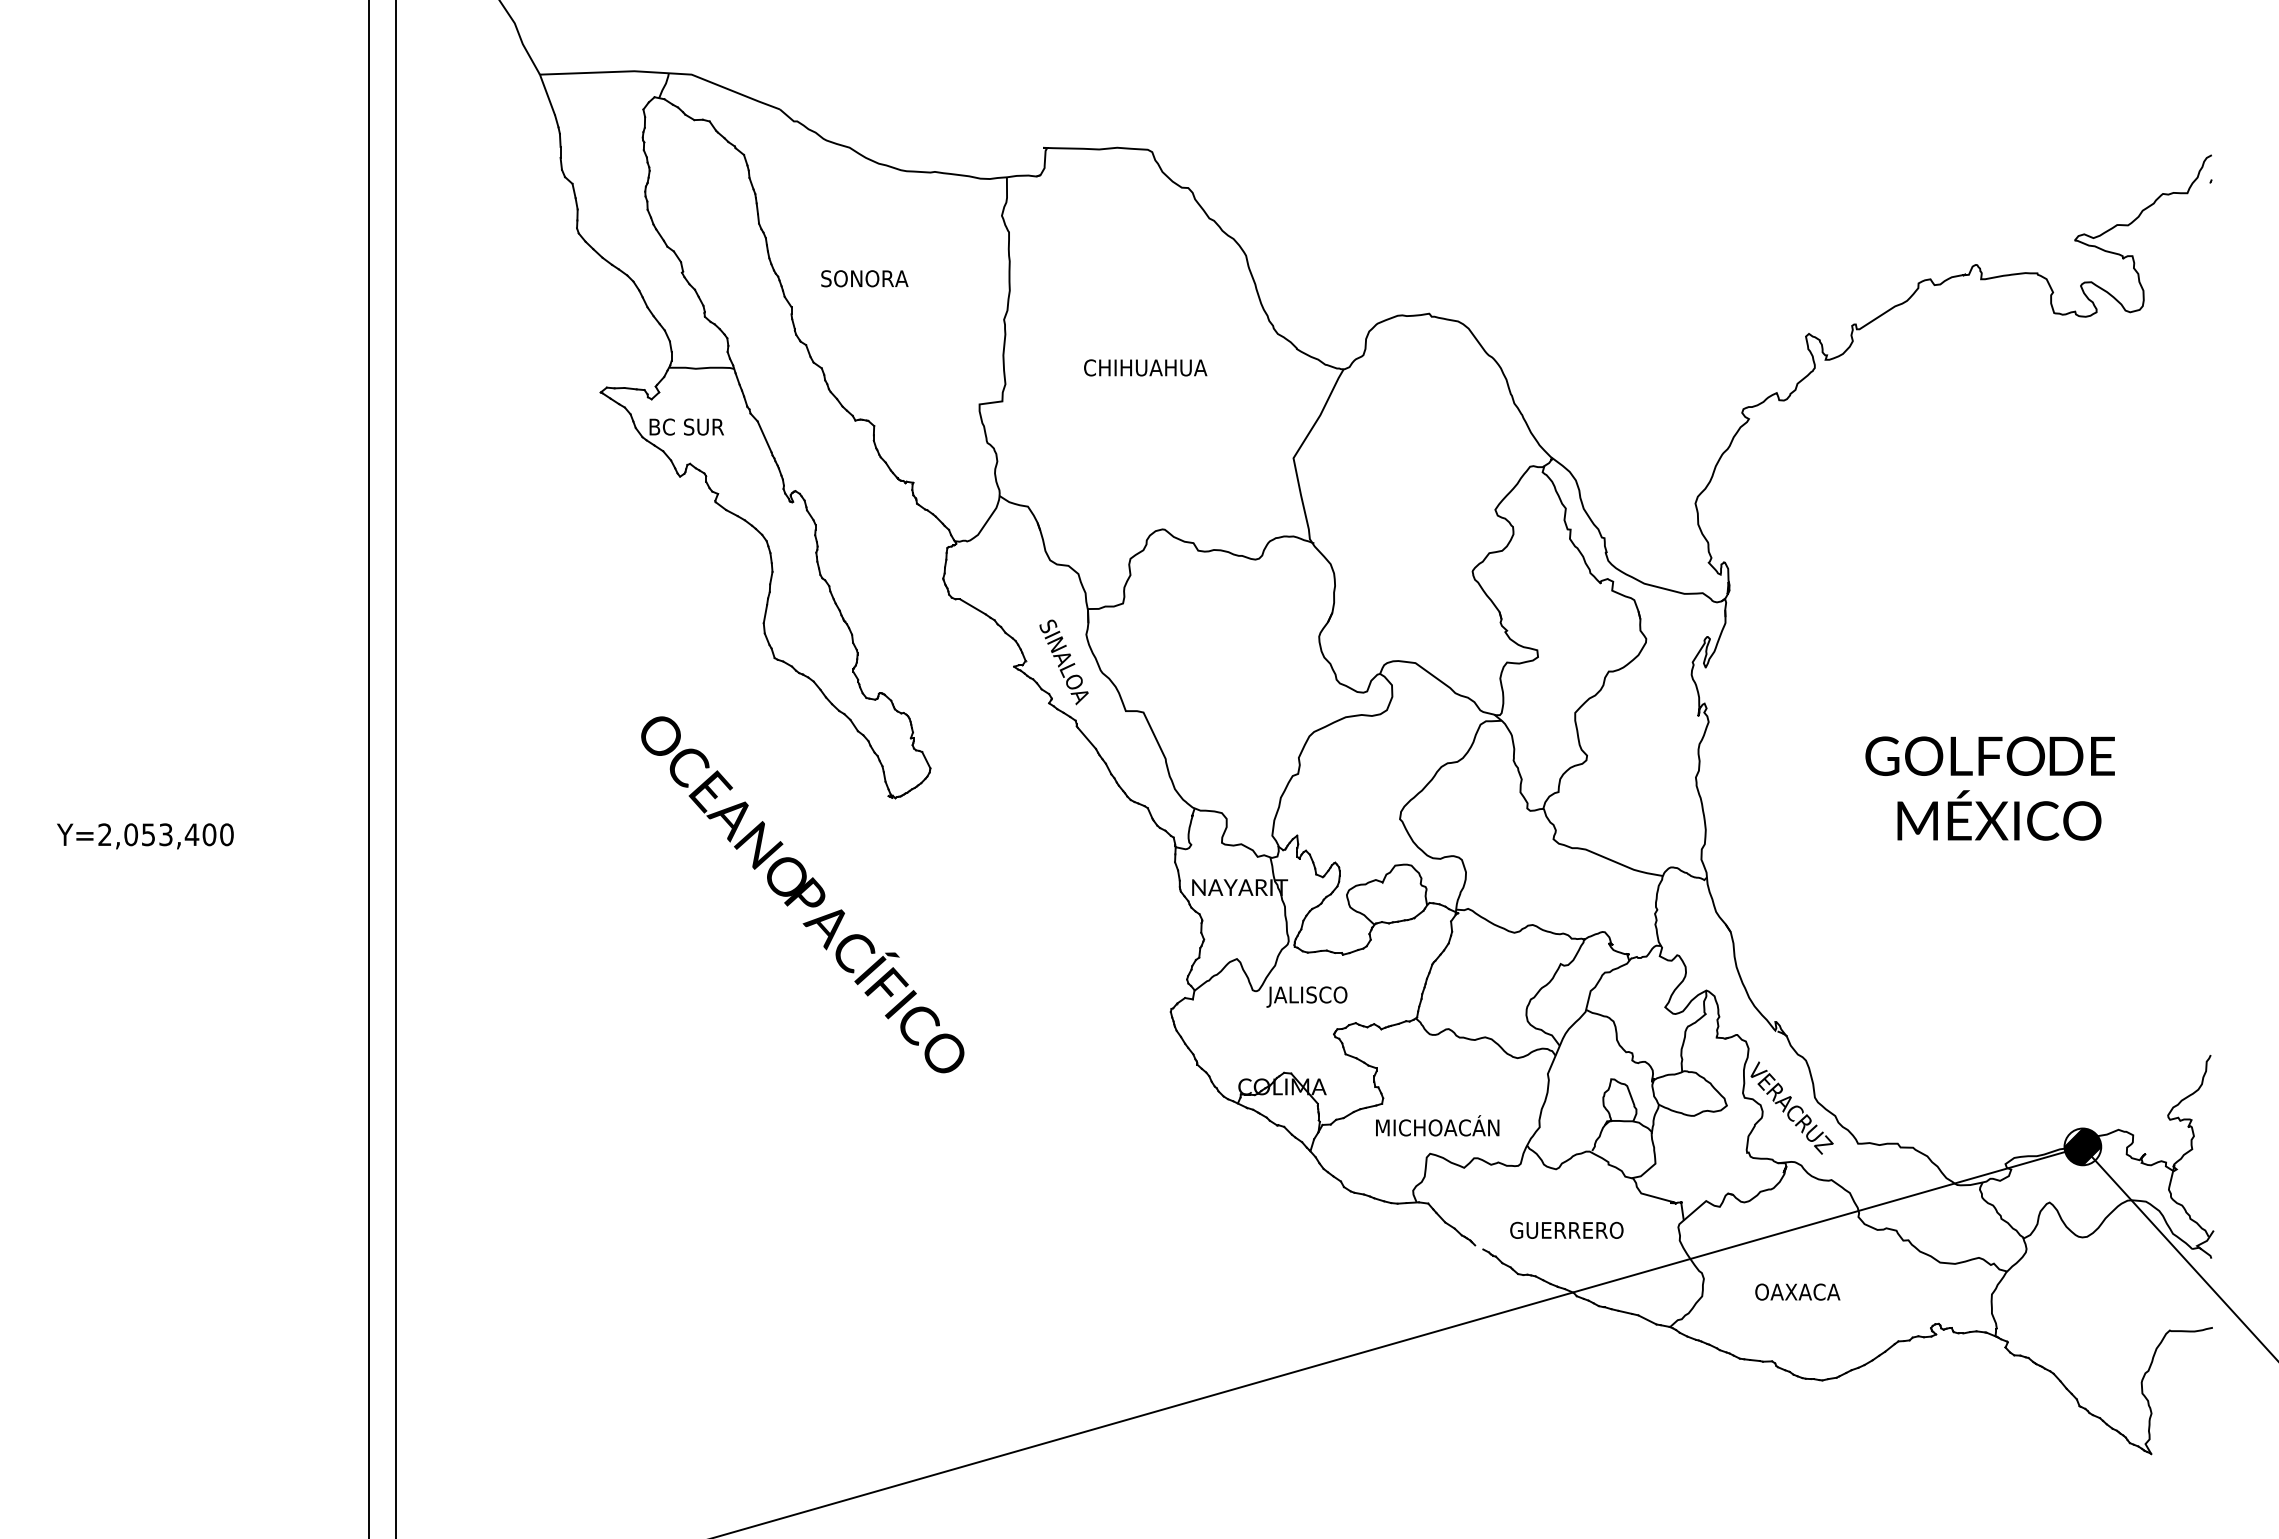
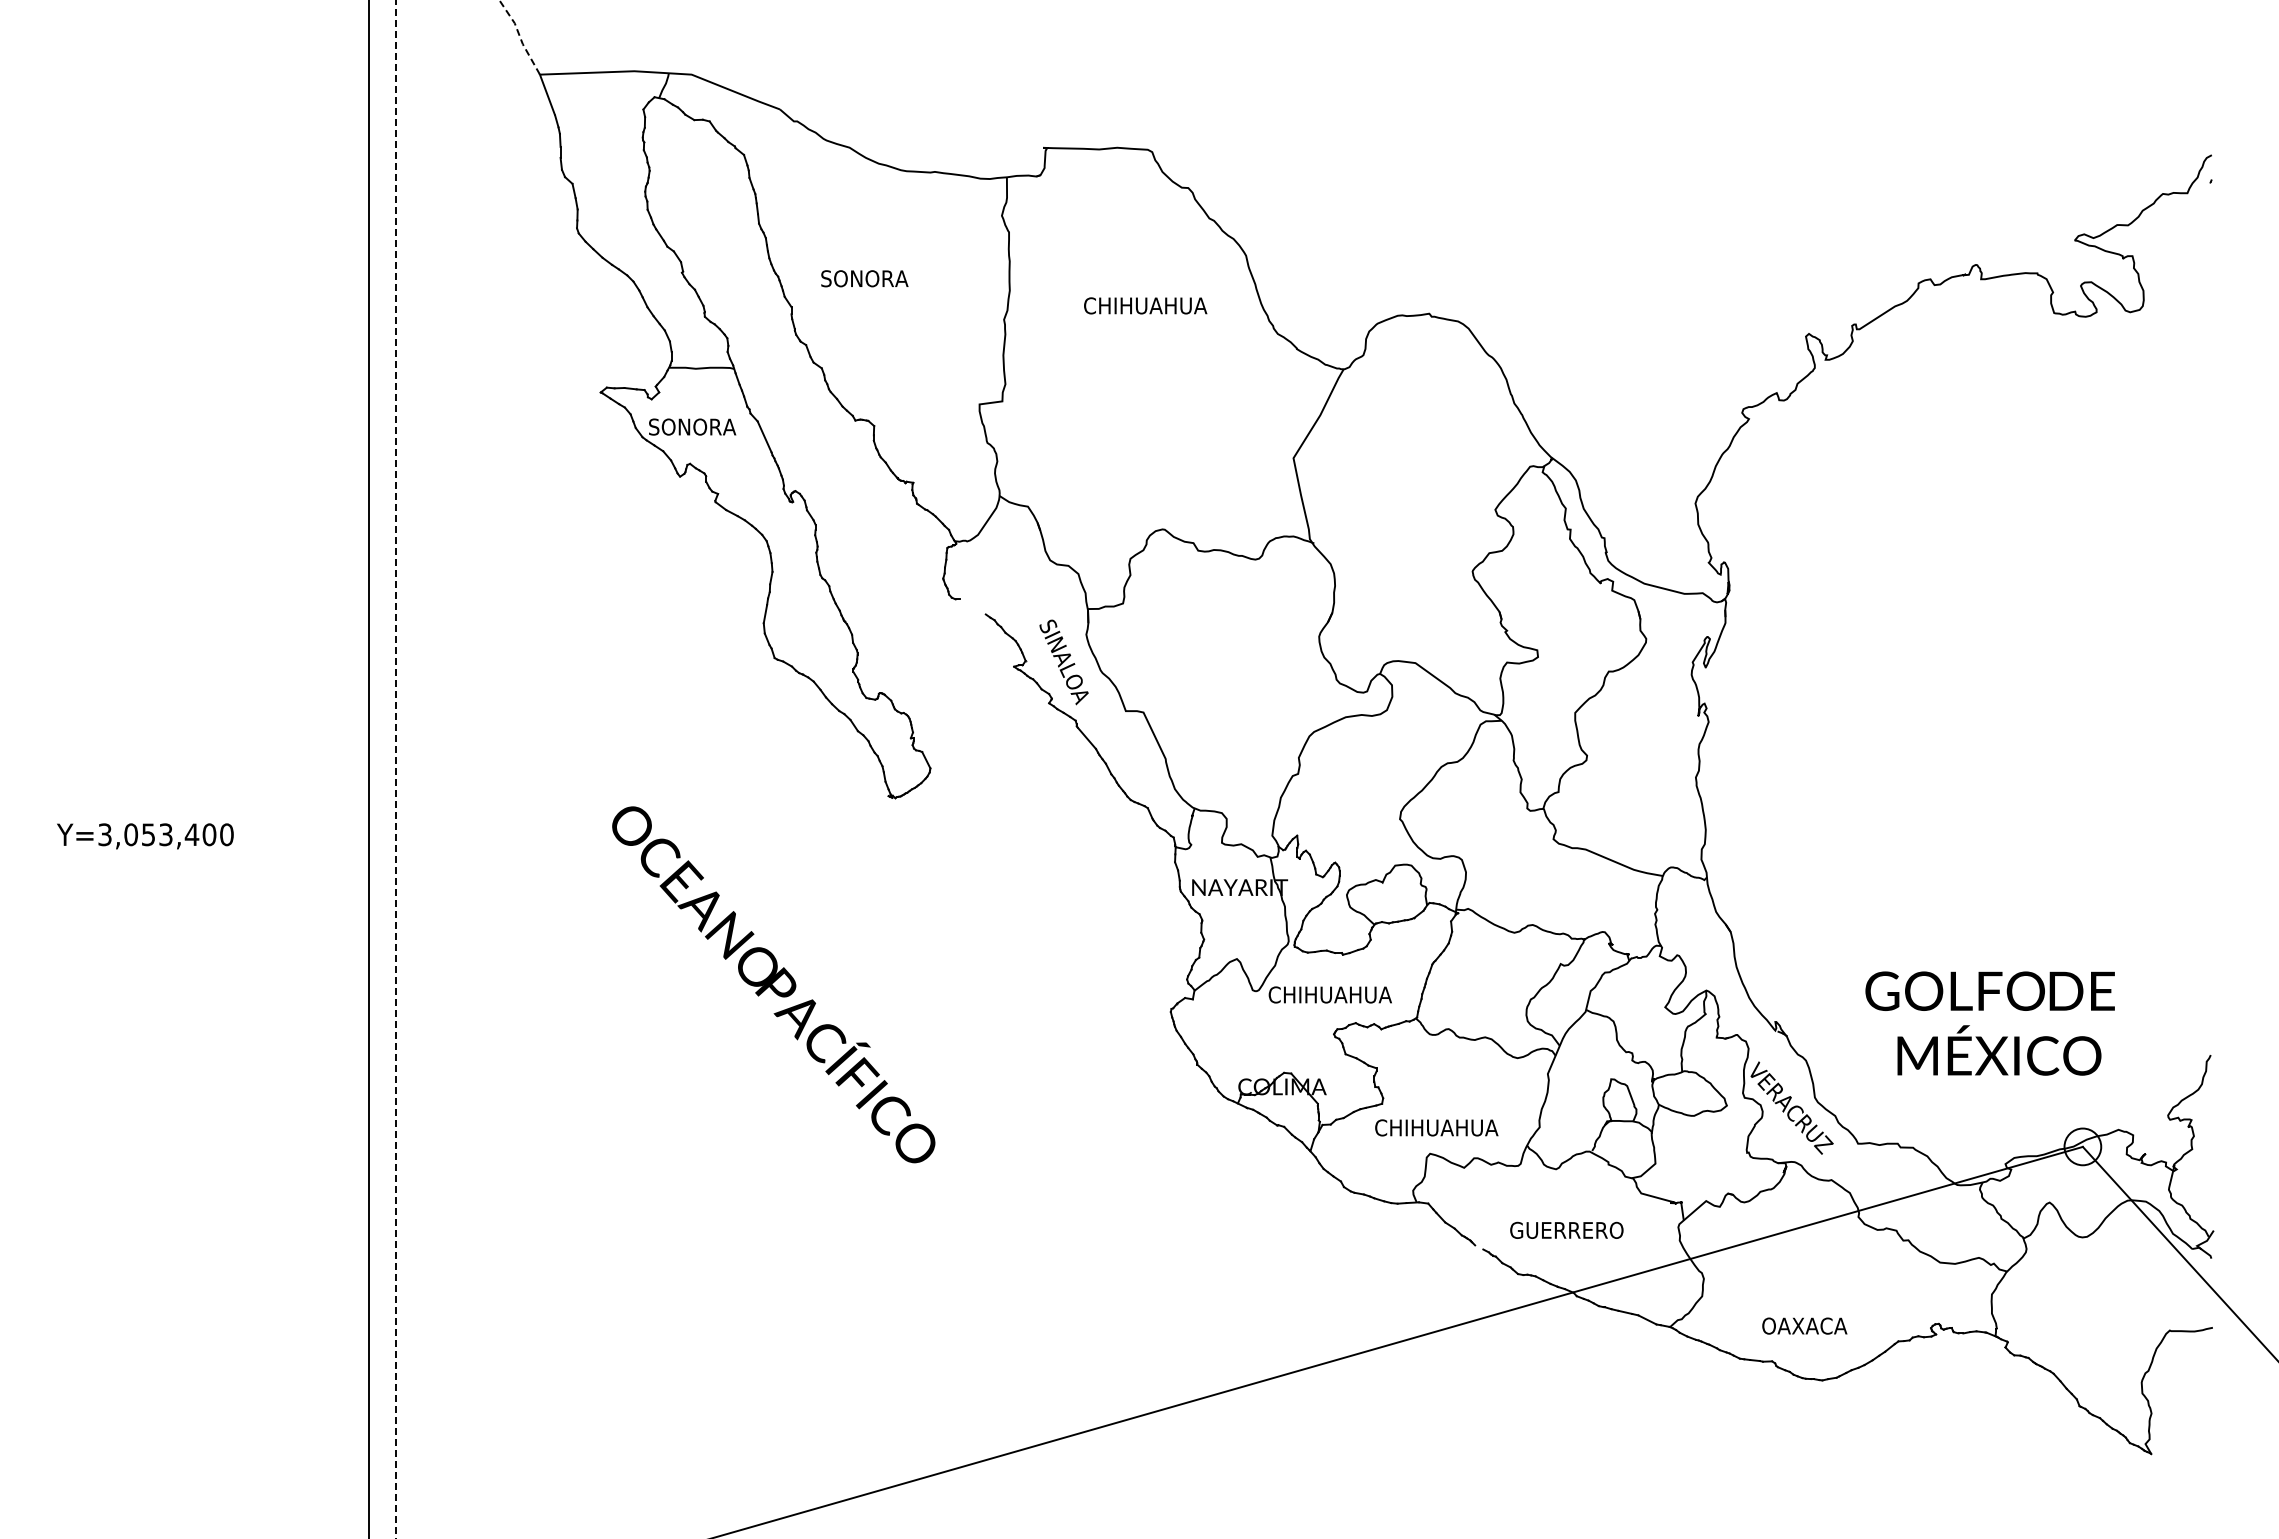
line at (520, 36): solid -> dashed
text at (1145, 367) position: (1145, 367) -> (1145, 305)
text at (692, 426): BC SUR -> SONORA
line at (972, 606): present -> none
line at (395, 769): solid -> dashed
text at (1989, 788) position: (1989, 788) -> (1989, 1023)
text at (104, 834): Y=2,053,400 -> Y=3,053,400
text at (802, 894) position: (802, 894) -> (773, 984)
text at (1328, 996): JALISCO -> CHIHUAHUA
text at (1437, 1125): MICHOACÁN -> CHIHUAHUA
hatch at (2082, 1146): present -> none
text at (1797, 1291) position: (1797, 1291) -> (1804, 1325)
